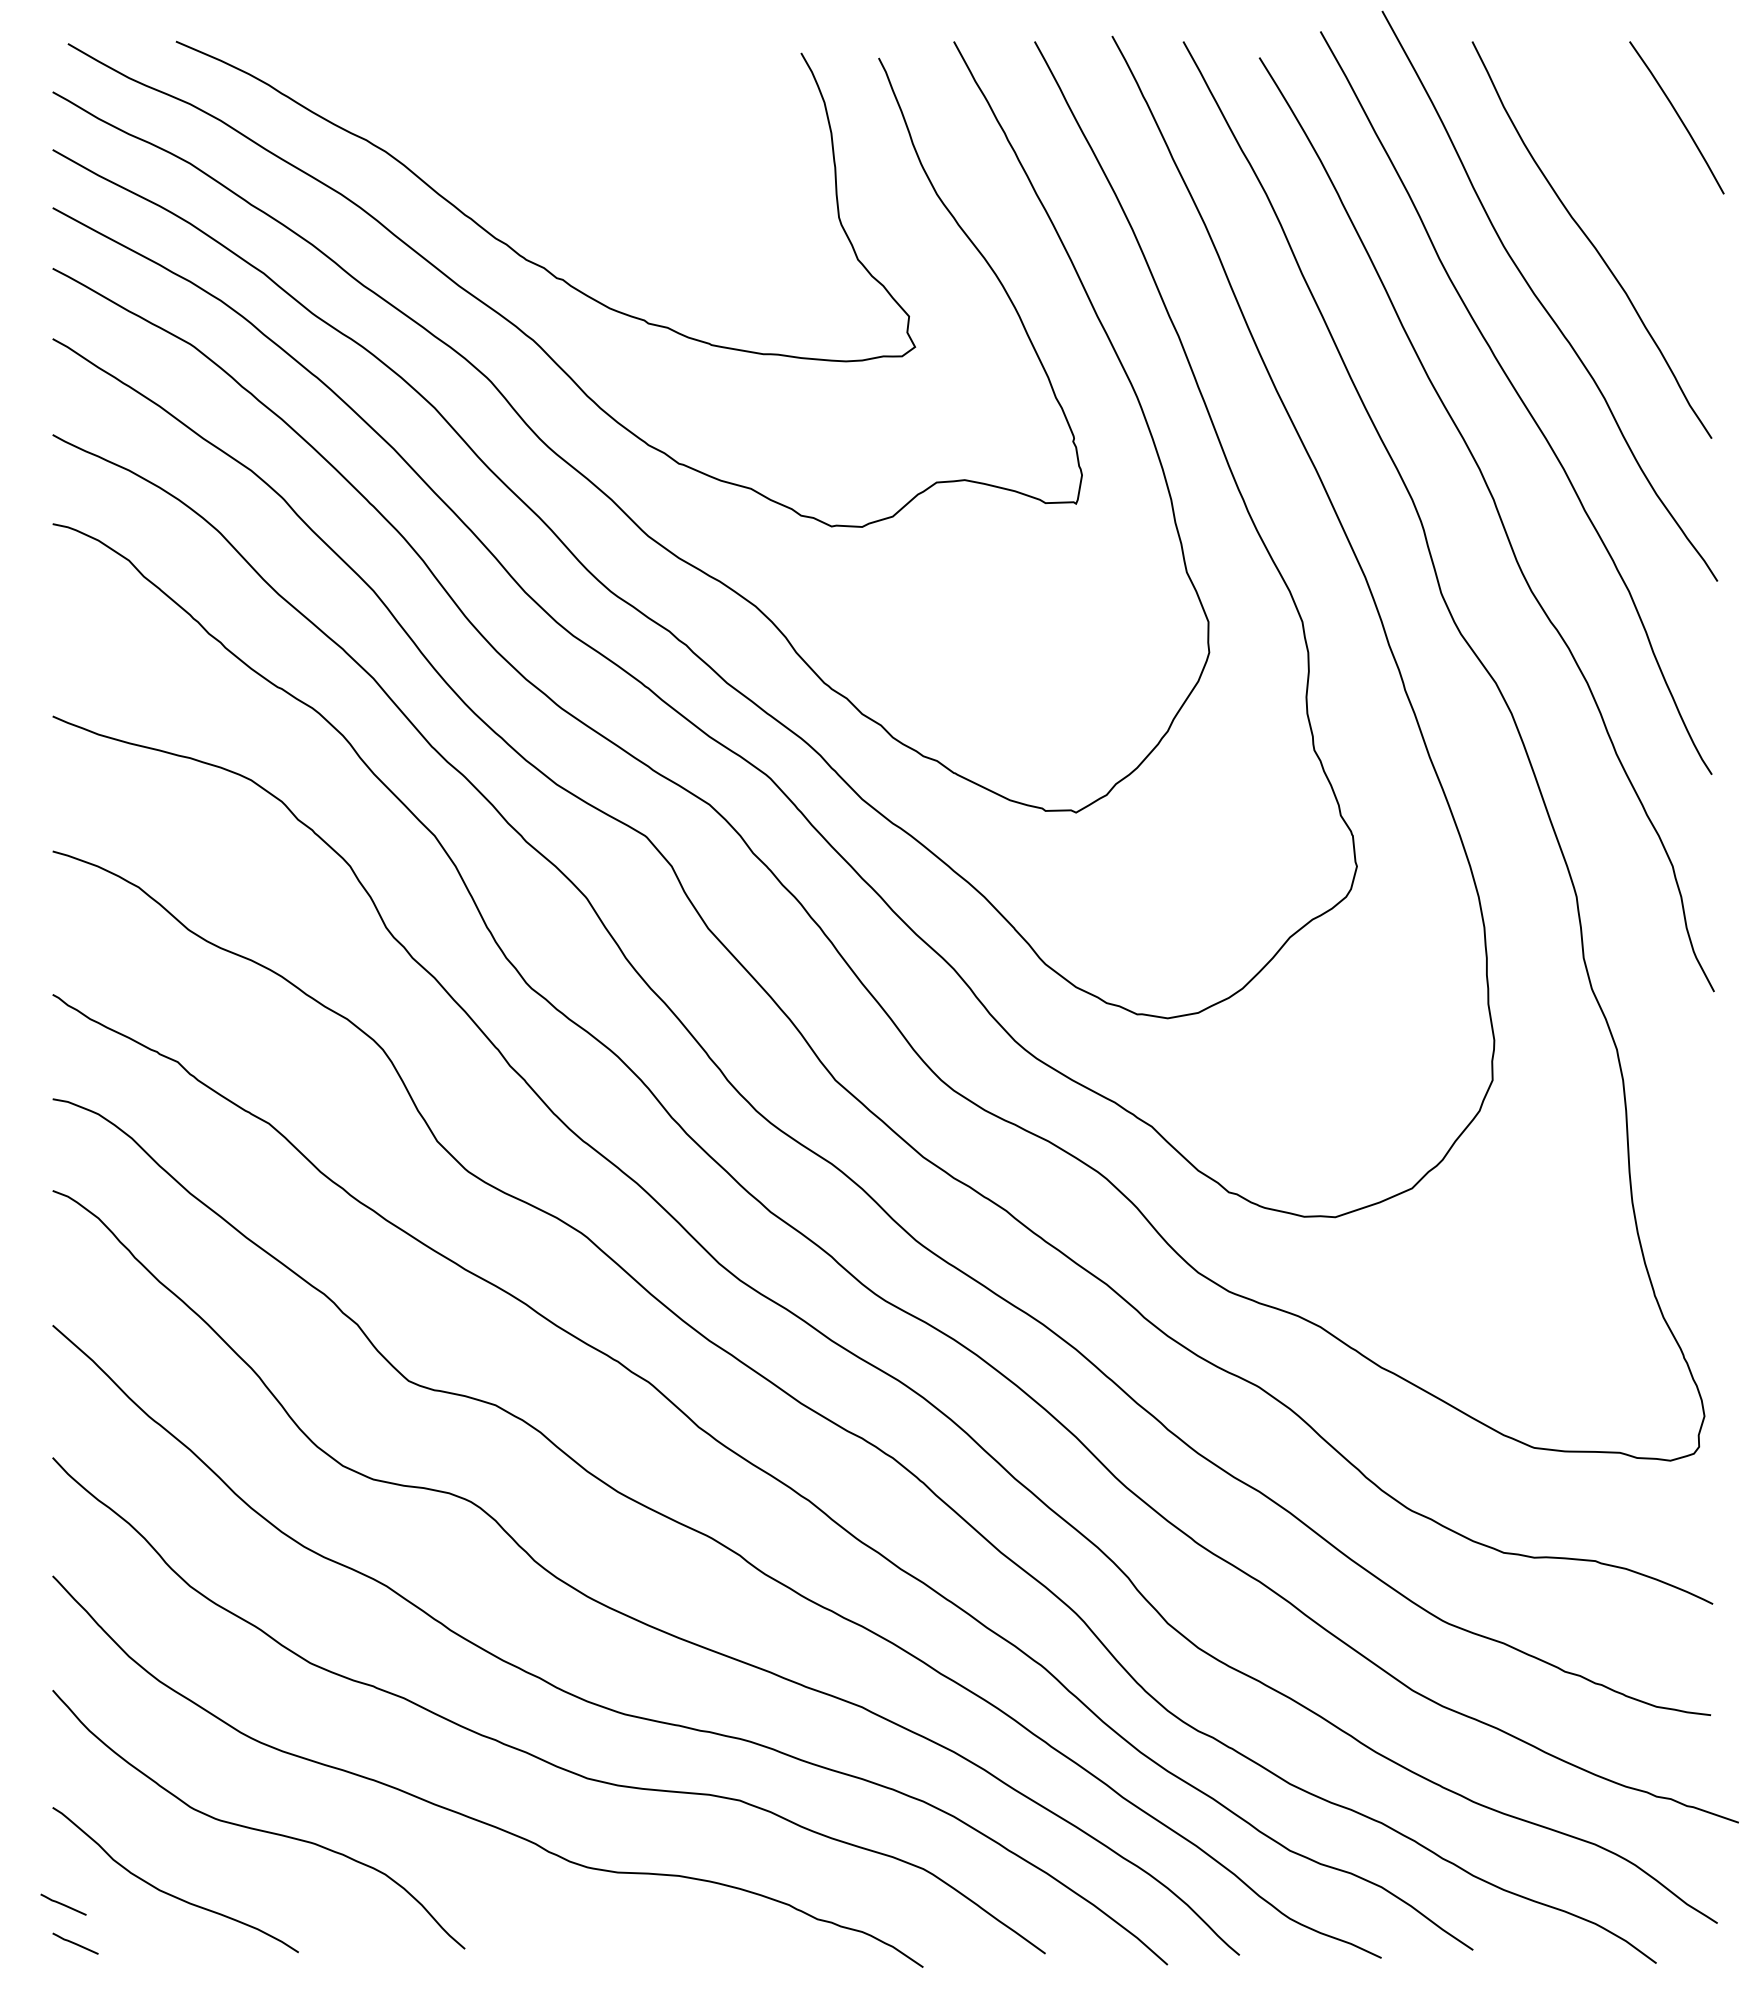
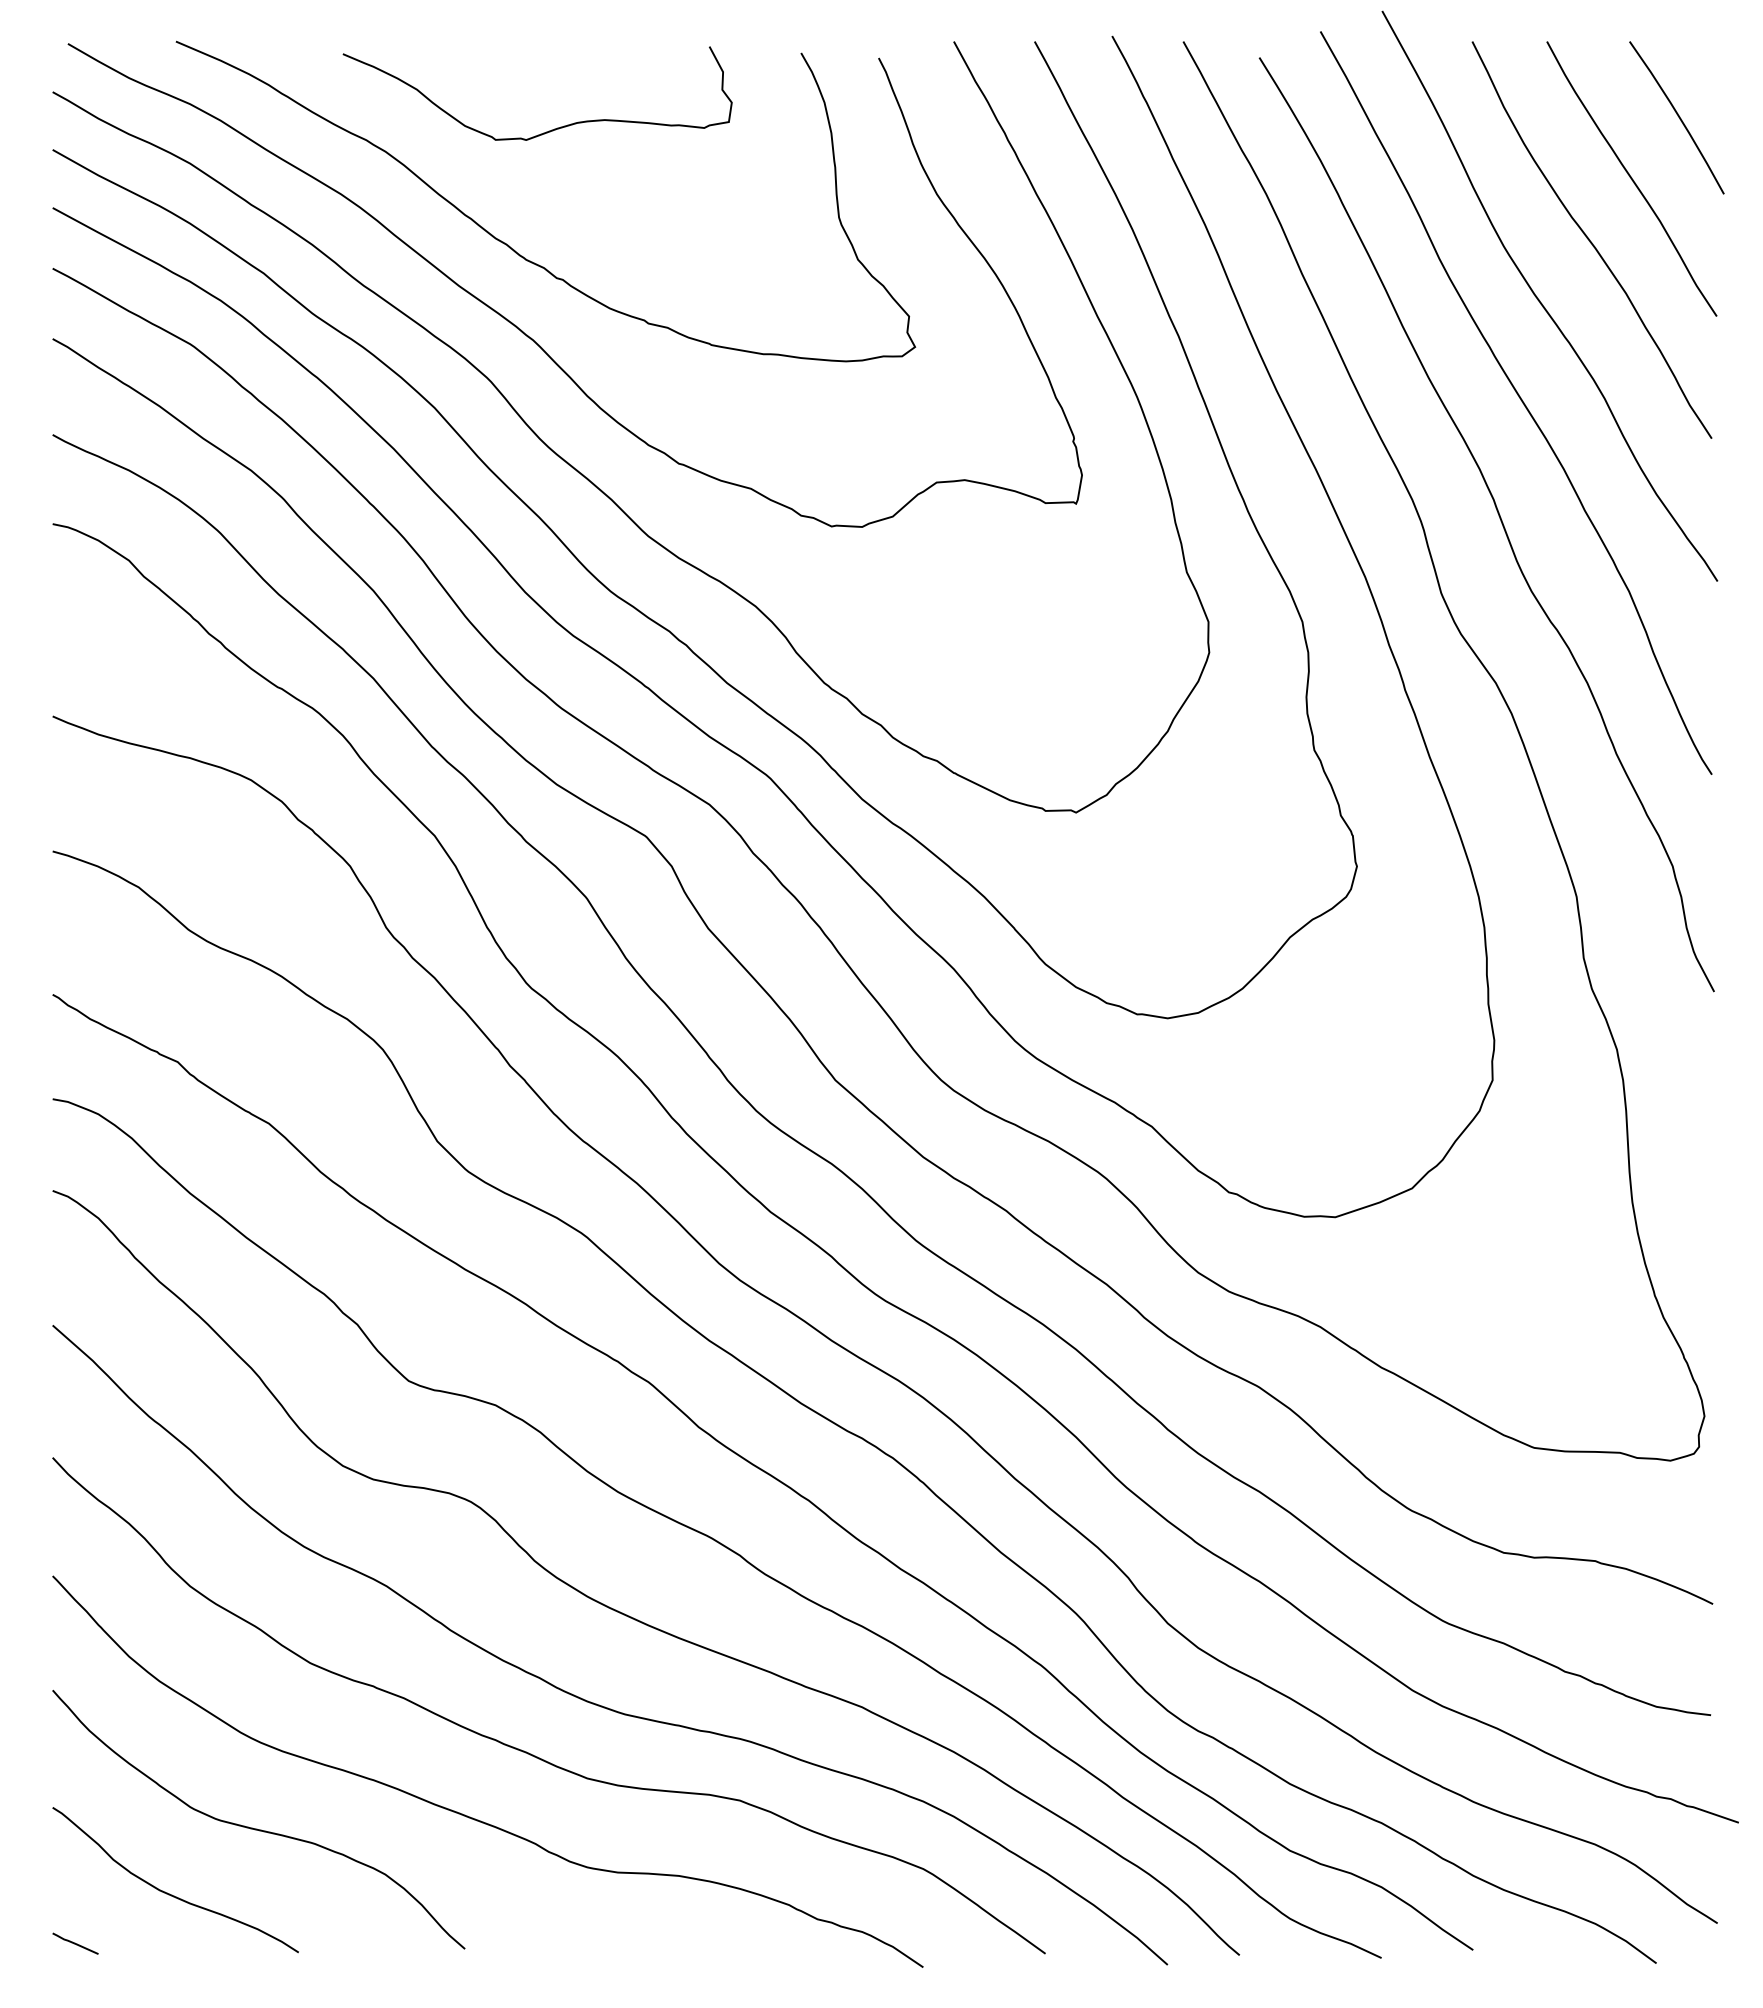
curve at (551, 129): none -> present
curve at (1631, 178): none -> present
line at (63, 1904): present -> none
